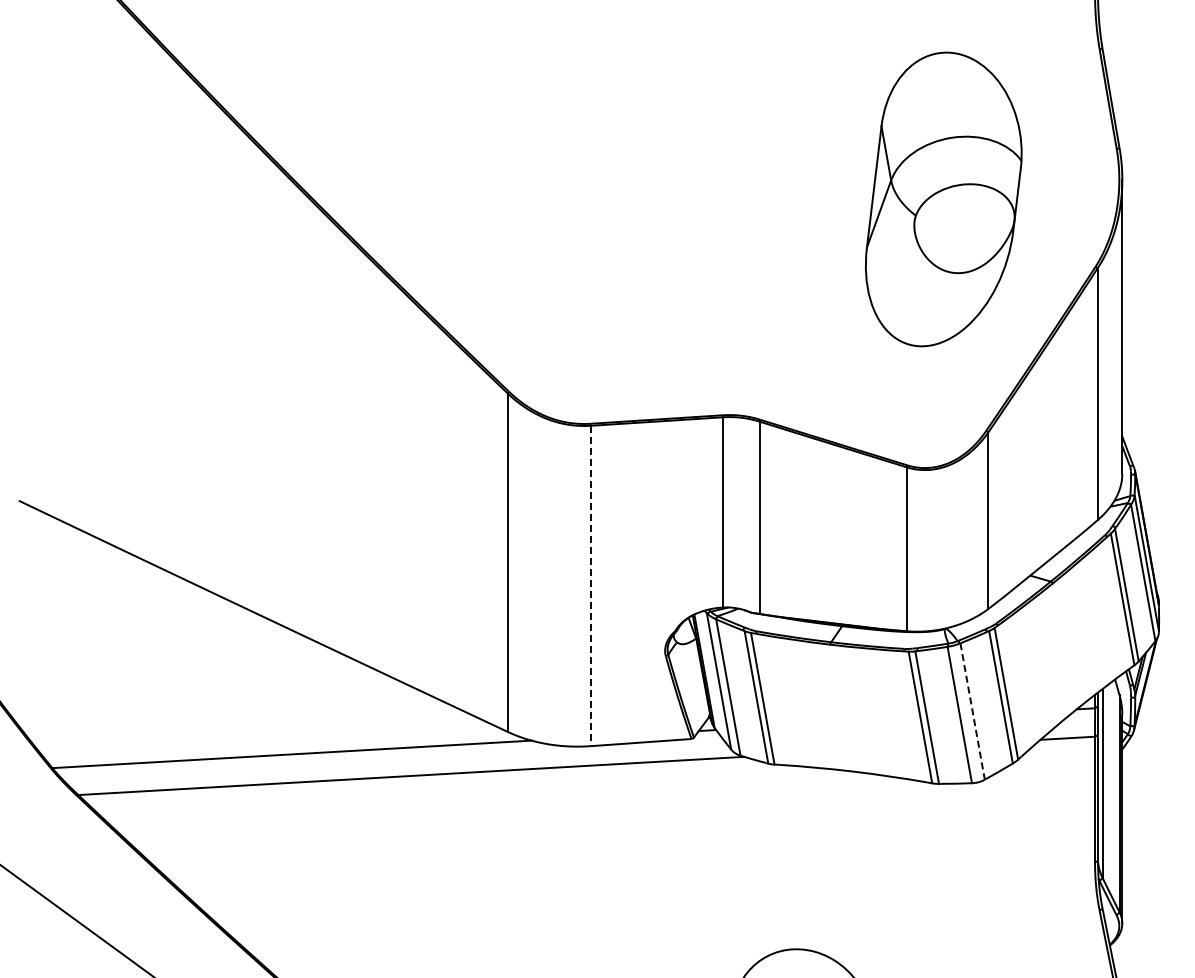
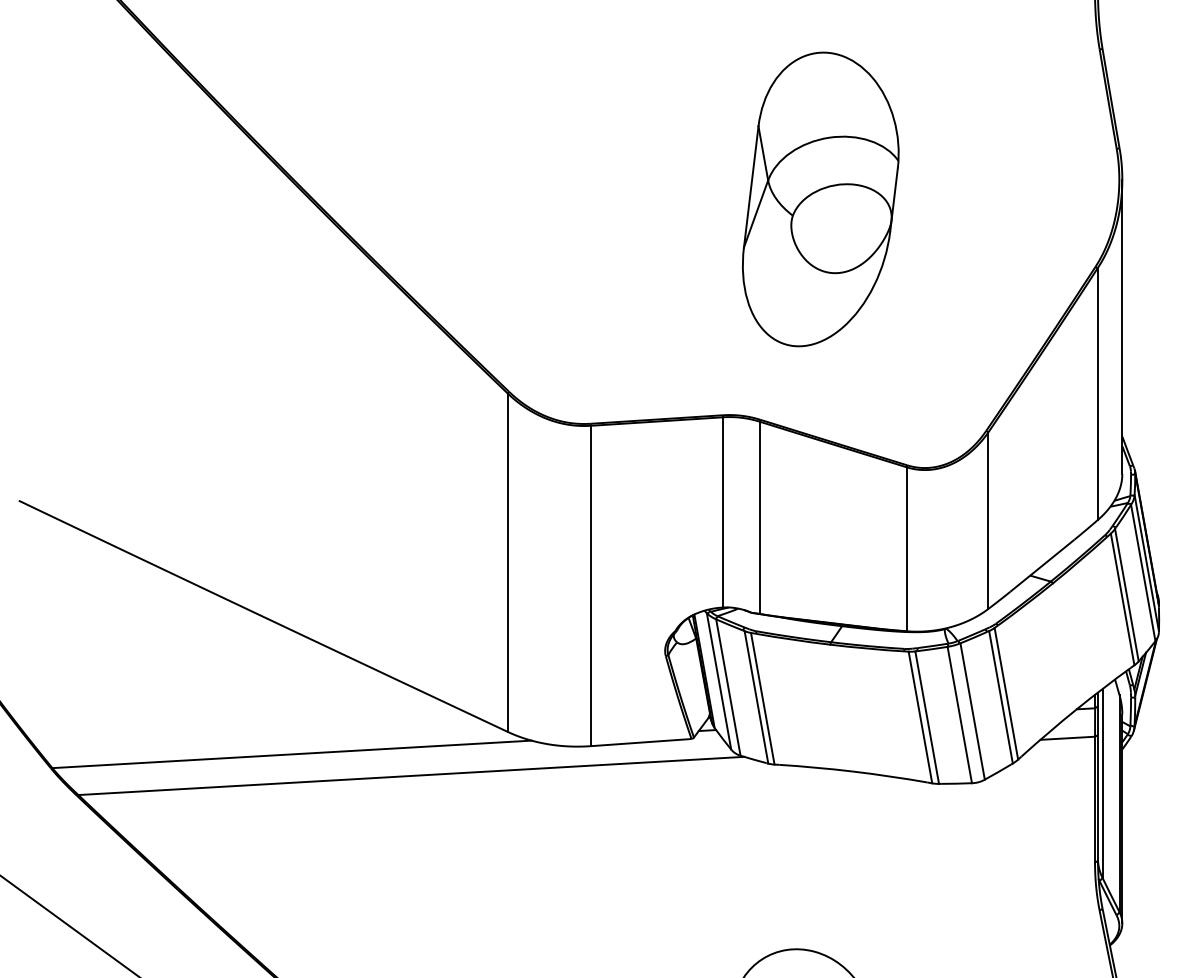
part at (943, 199) position: (943, 199) -> (820, 199)
line at (590, 586): dashed -> solid
line at (972, 711): dashed -> solid
line at (76, 920) position: (76, 920) -> (69, 925)
